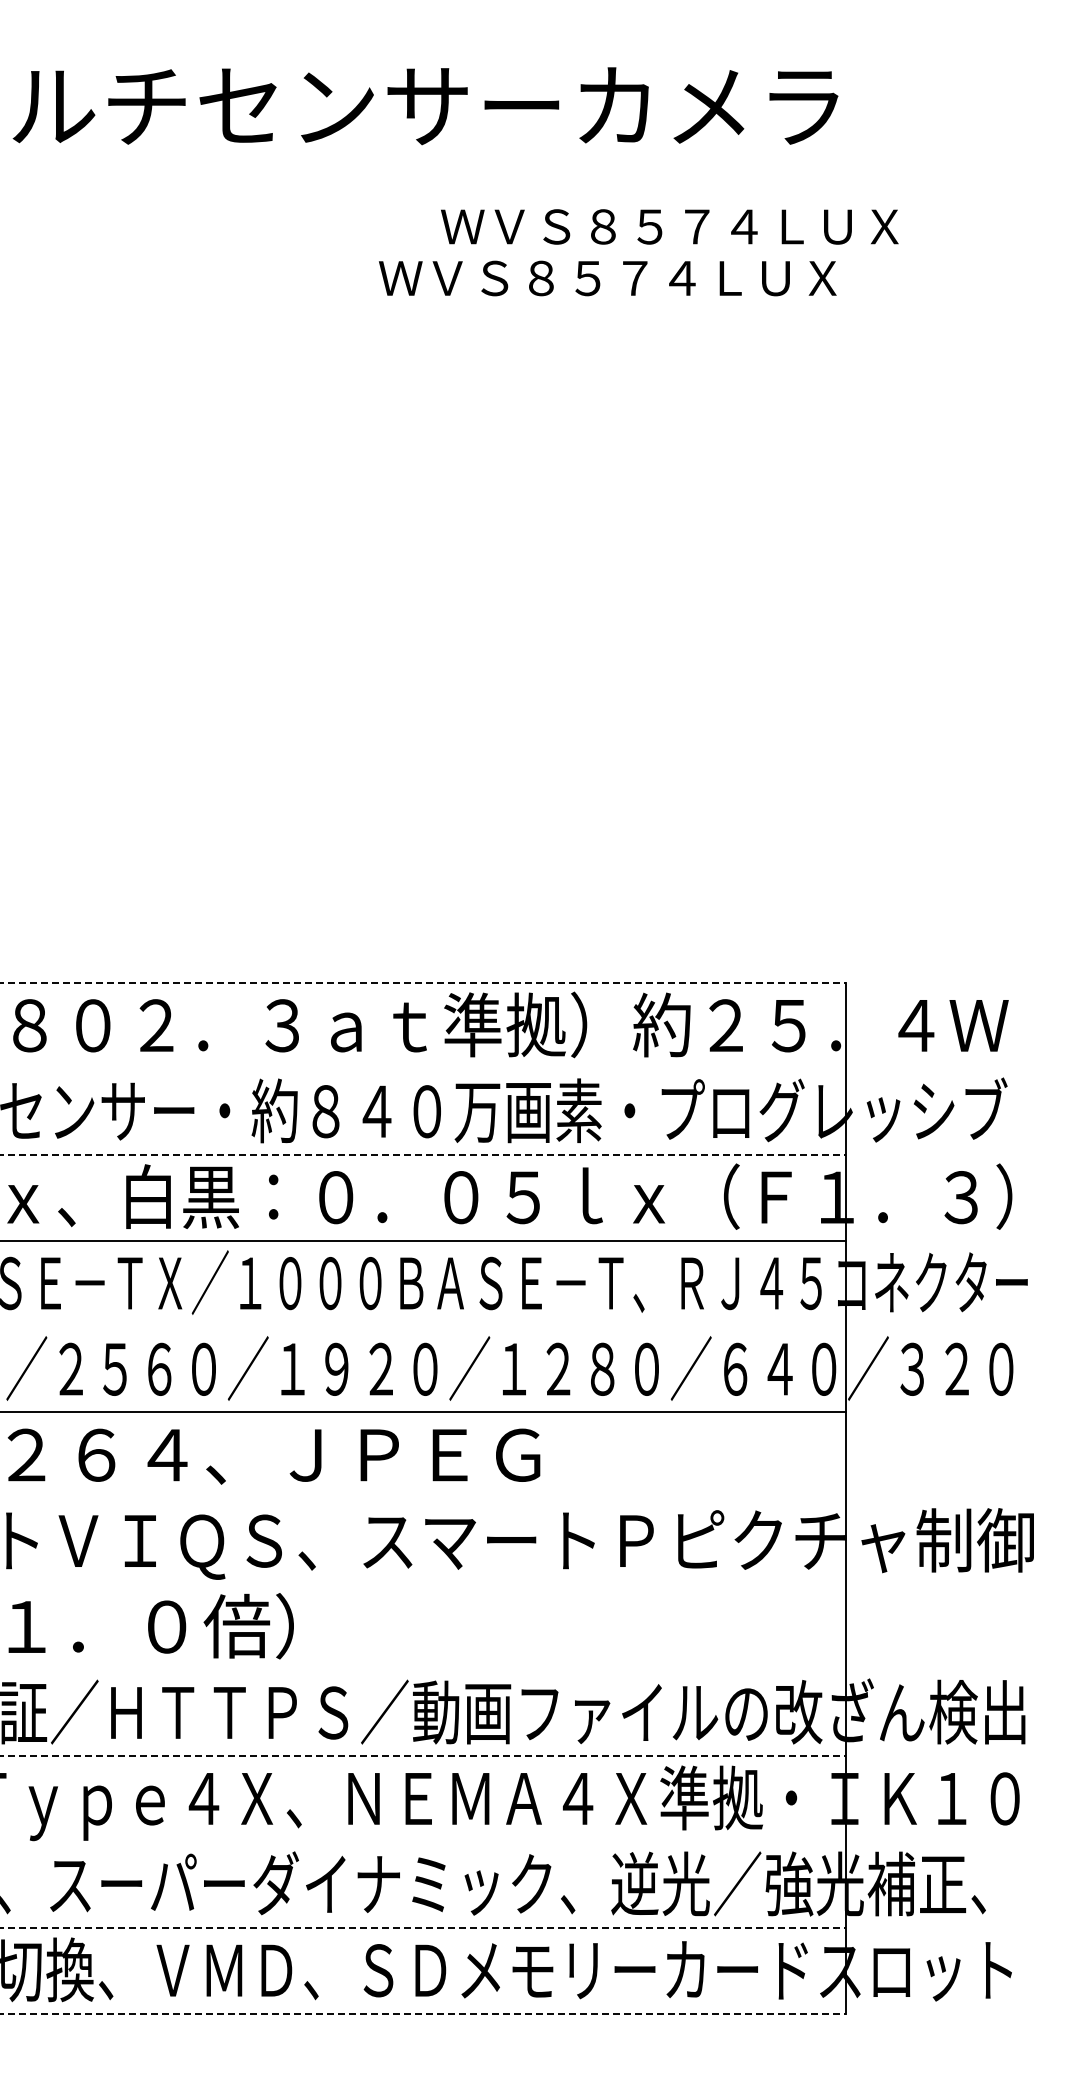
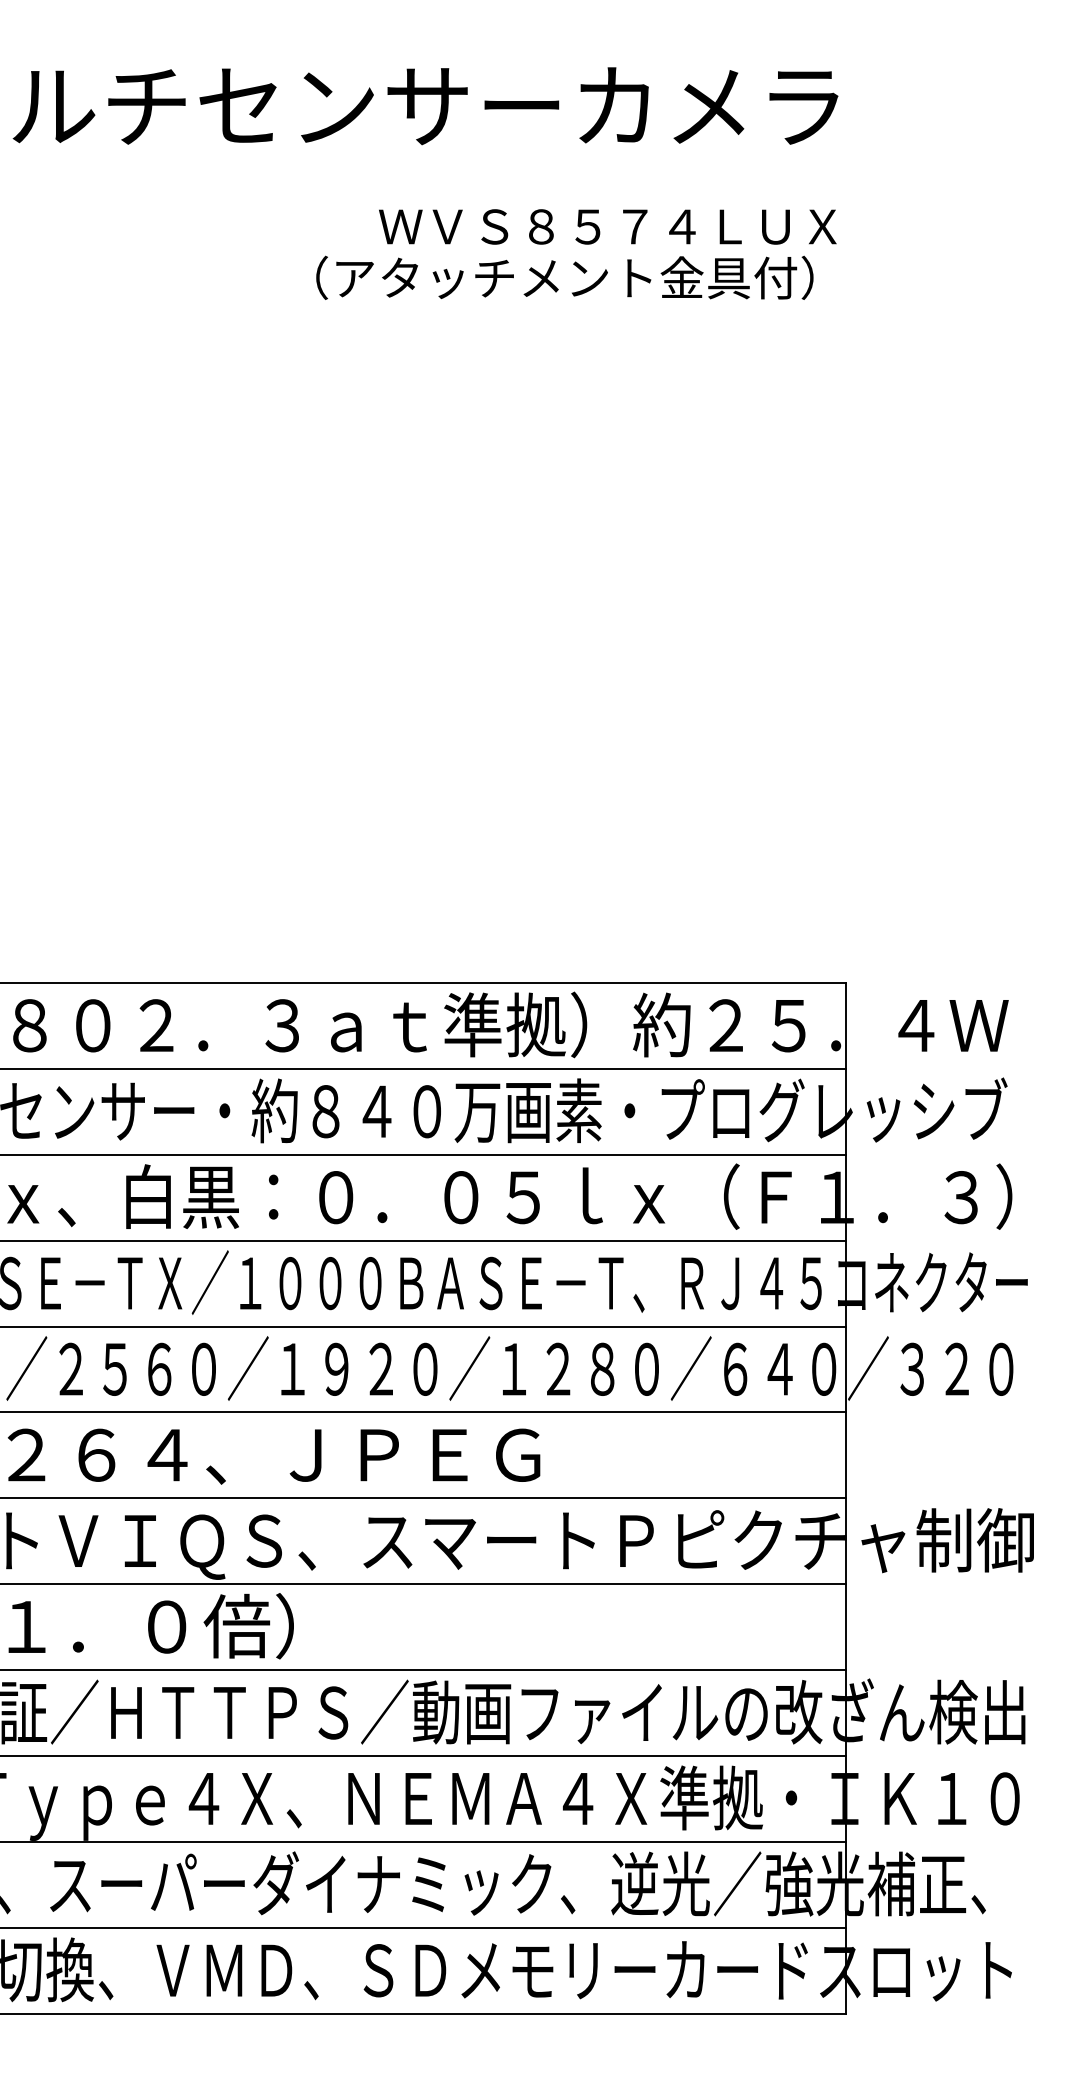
text at (669, 226) position: (669, 226) -> (607, 226)
text at (576, 277): ＷＶＳ８５７４ＬＵＸ -> （アタッチメント金具付）
line at (423, 982): dashed -> solid
line at (424, 1068): none -> present
line at (423, 1154): dashed -> solid
line at (424, 1326): none -> present
line at (424, 1498): none -> present
line at (424, 1584): none -> present
line at (424, 1670): none -> present
line at (423, 1756): dashed -> solid
line at (424, 1841): none -> present
line at (423, 1927): dashed -> solid
line at (423, 2013): dashed -> solid
